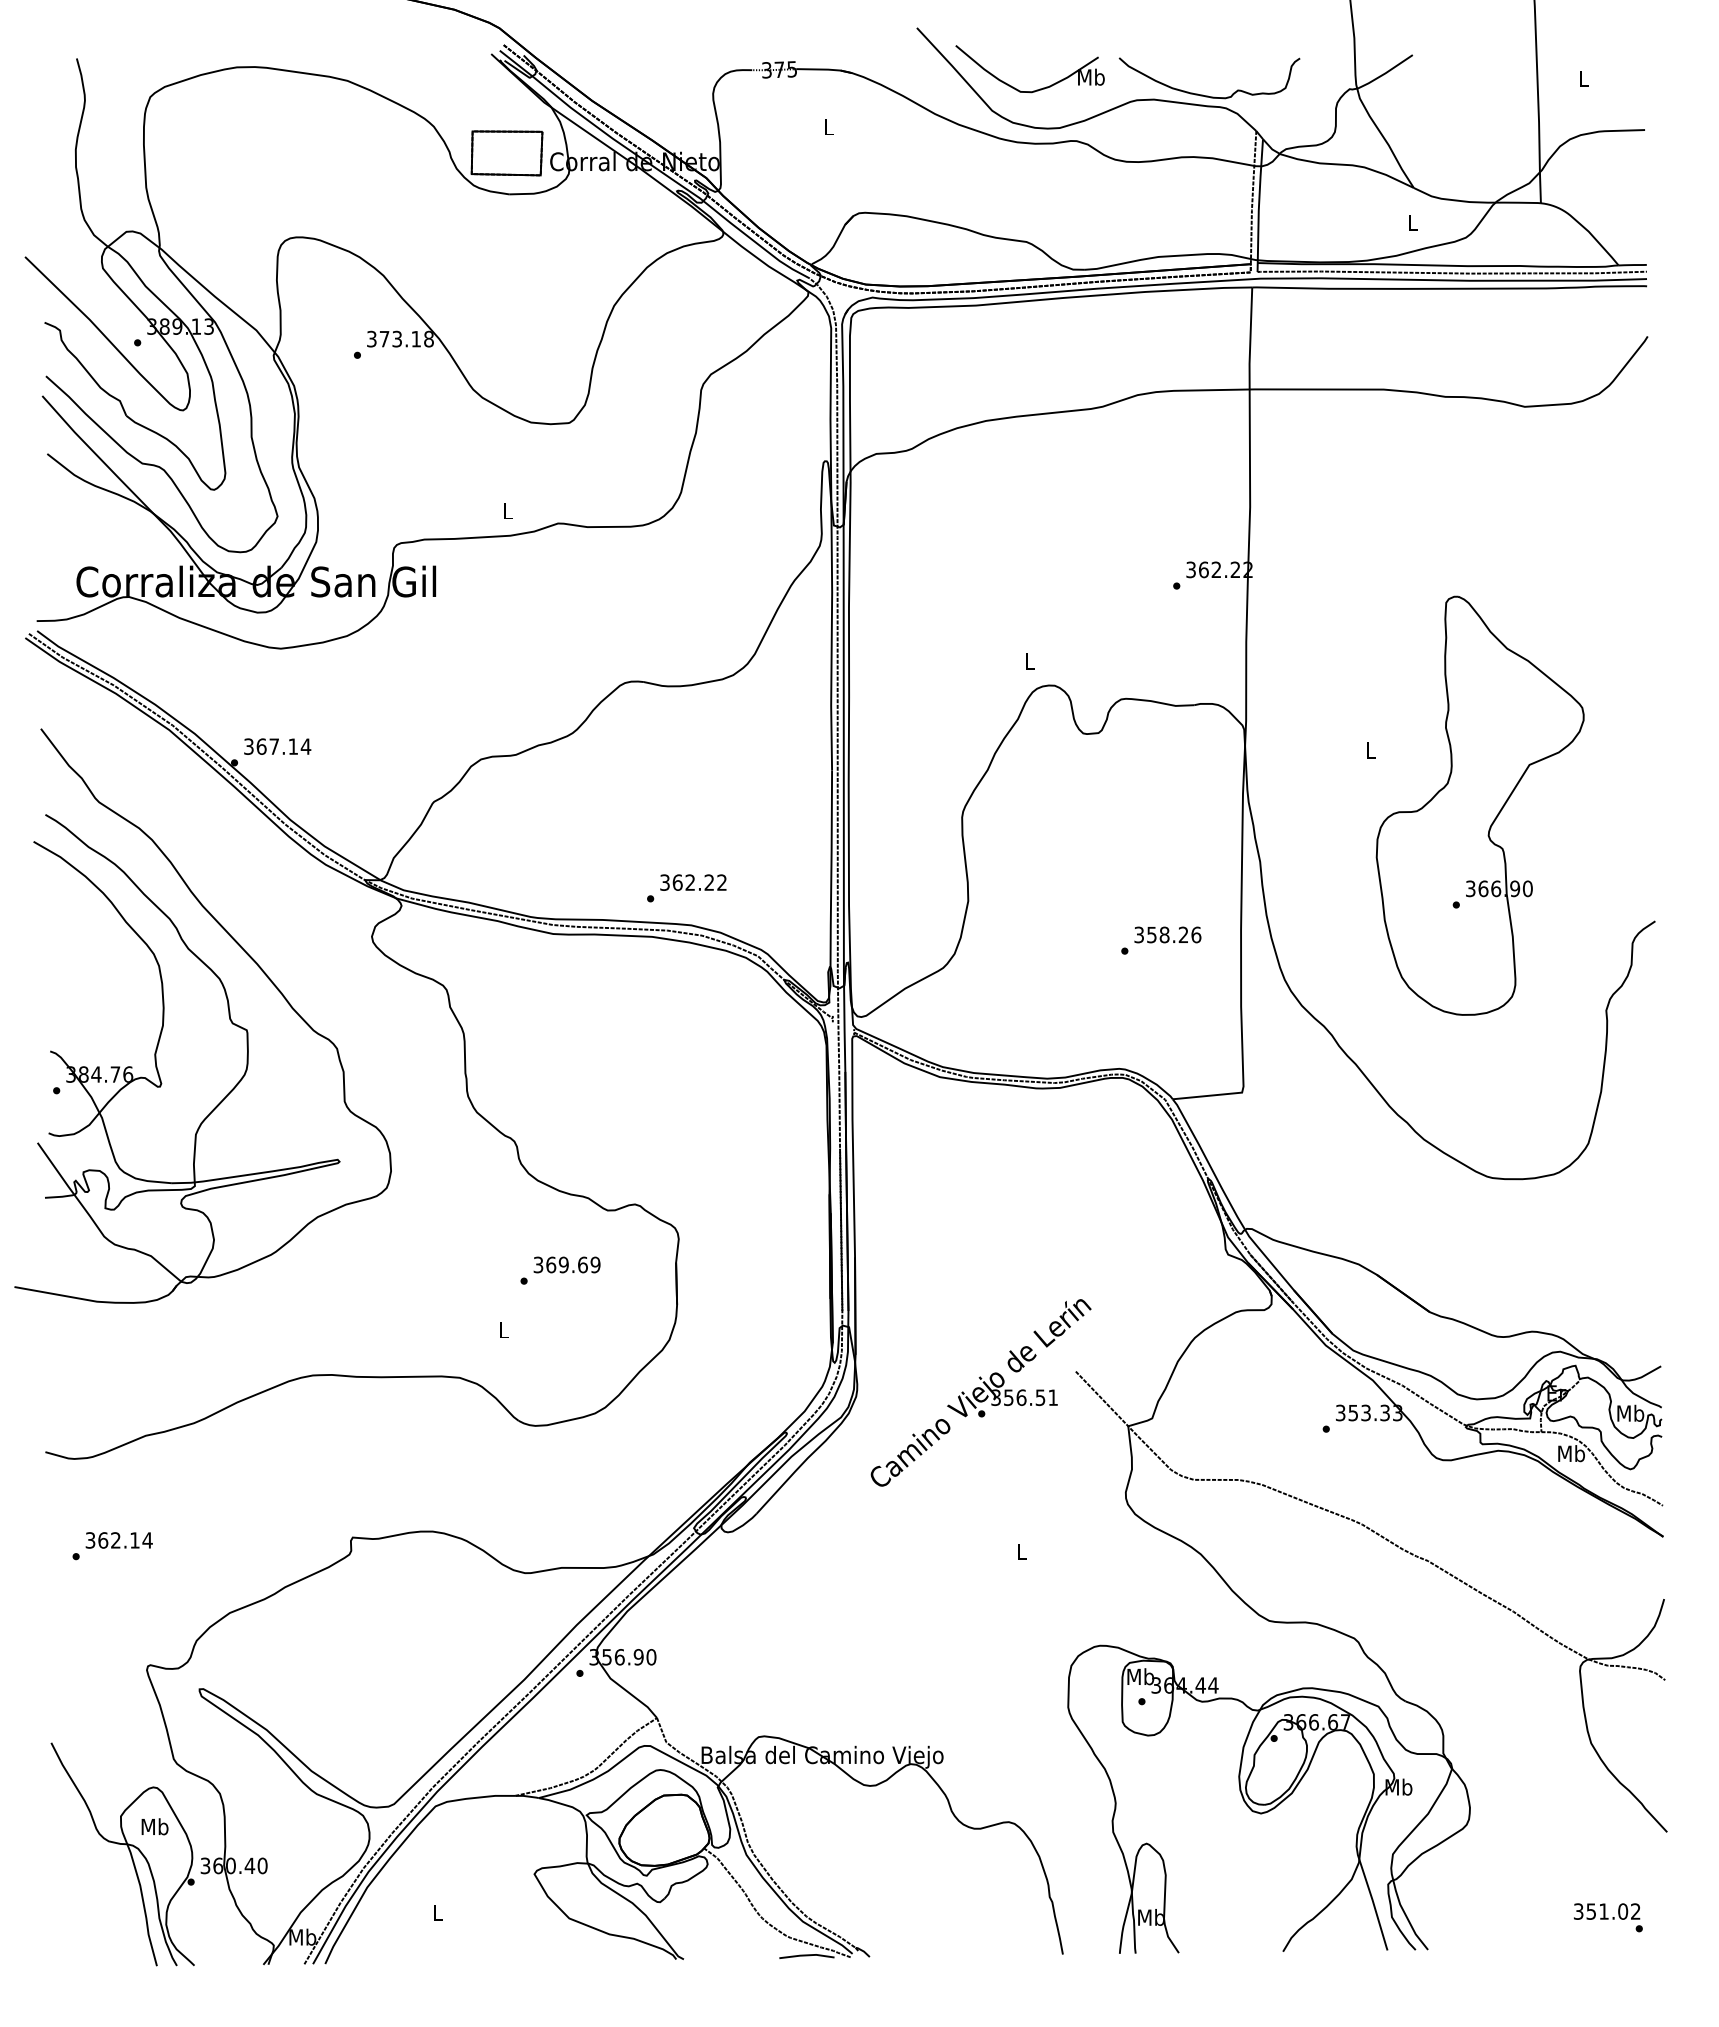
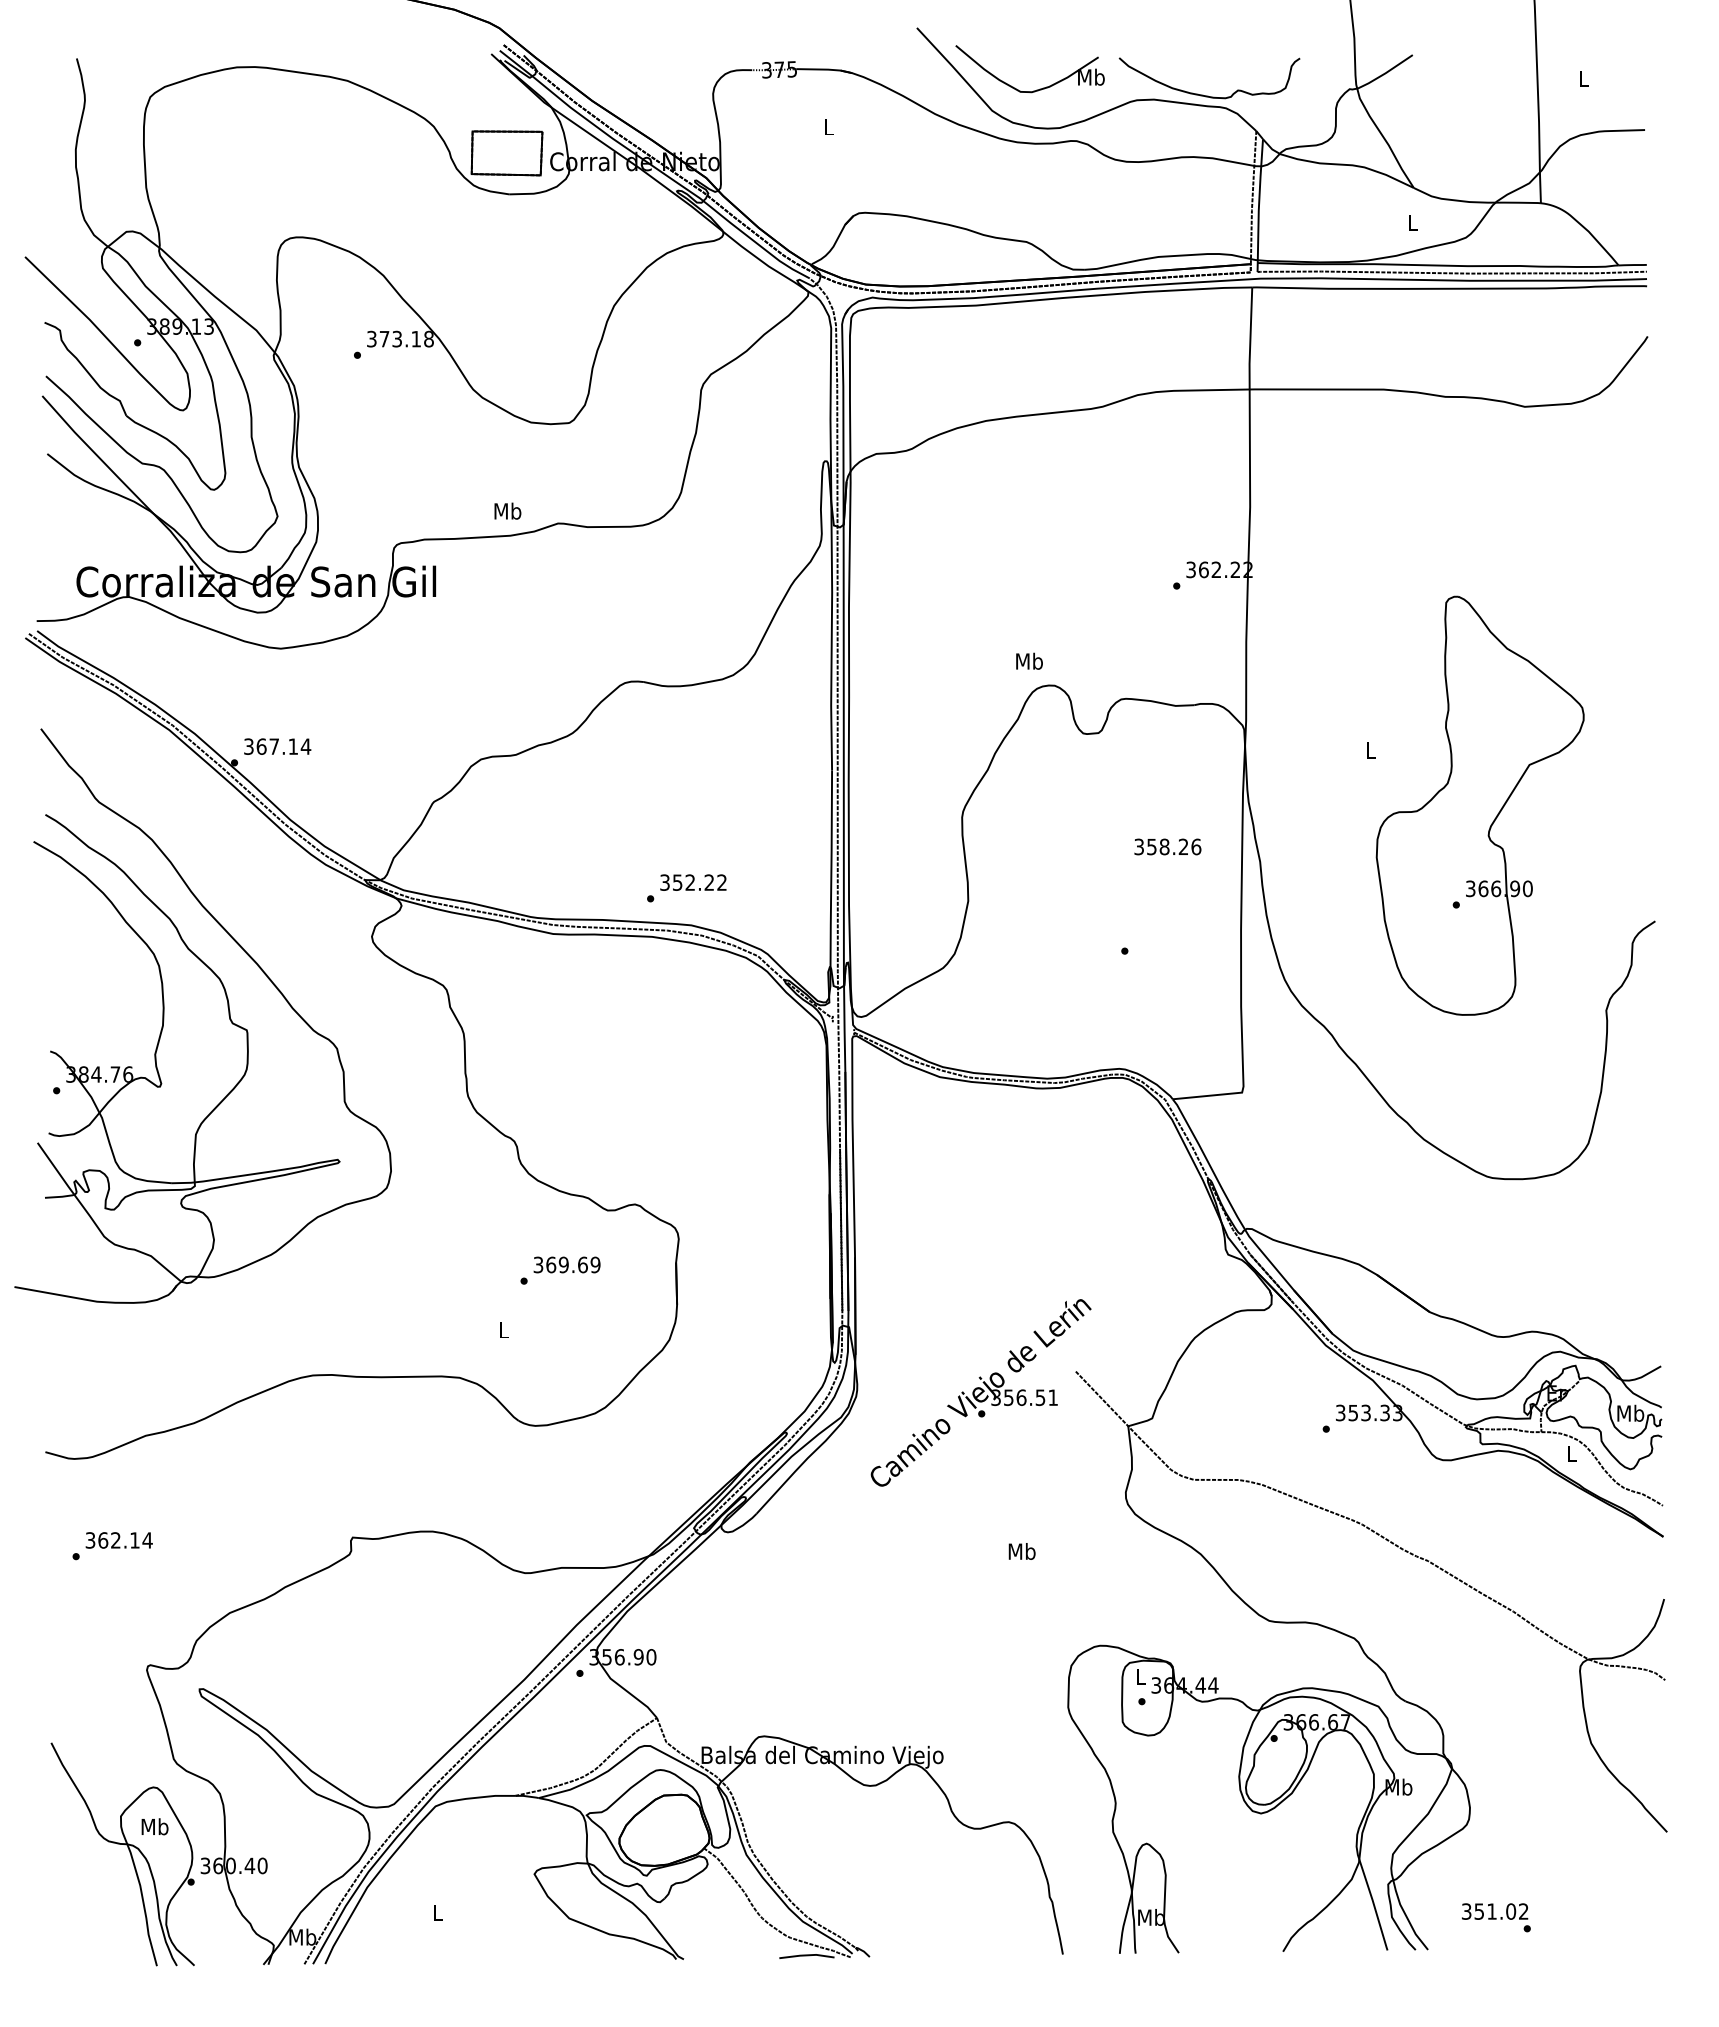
text at (507, 510): L -> Mb
text at (1029, 660): L -> Mb
text at (677, 882): 362.22 -> 352.22
text at (1167, 934) position: (1167, 934) -> (1167, 846)
text at (1571, 1453): Mb -> L
text at (1021, 1551): L -> Mb
text at (1140, 1676): Mb -> L
text at (1608, 1917) position: (1608, 1917) -> (1496, 1917)
